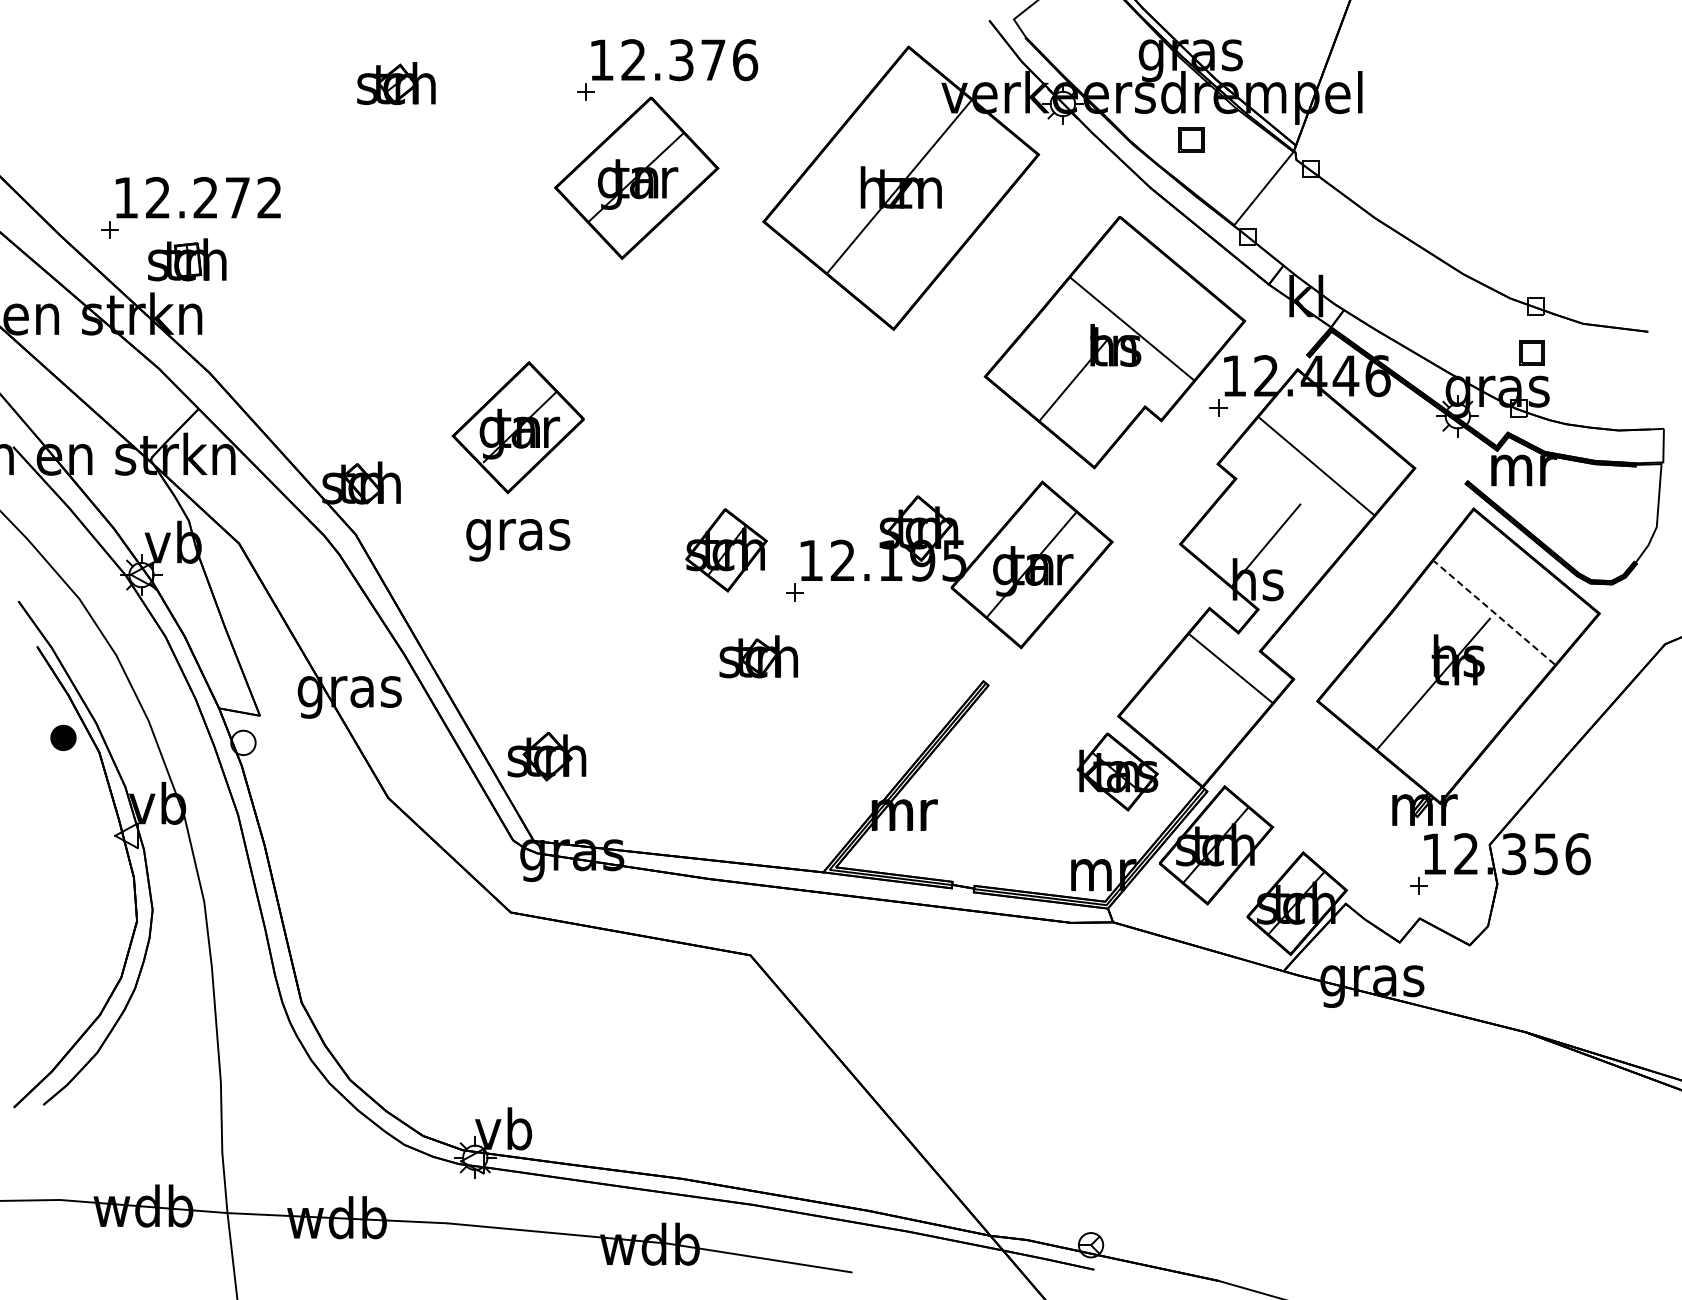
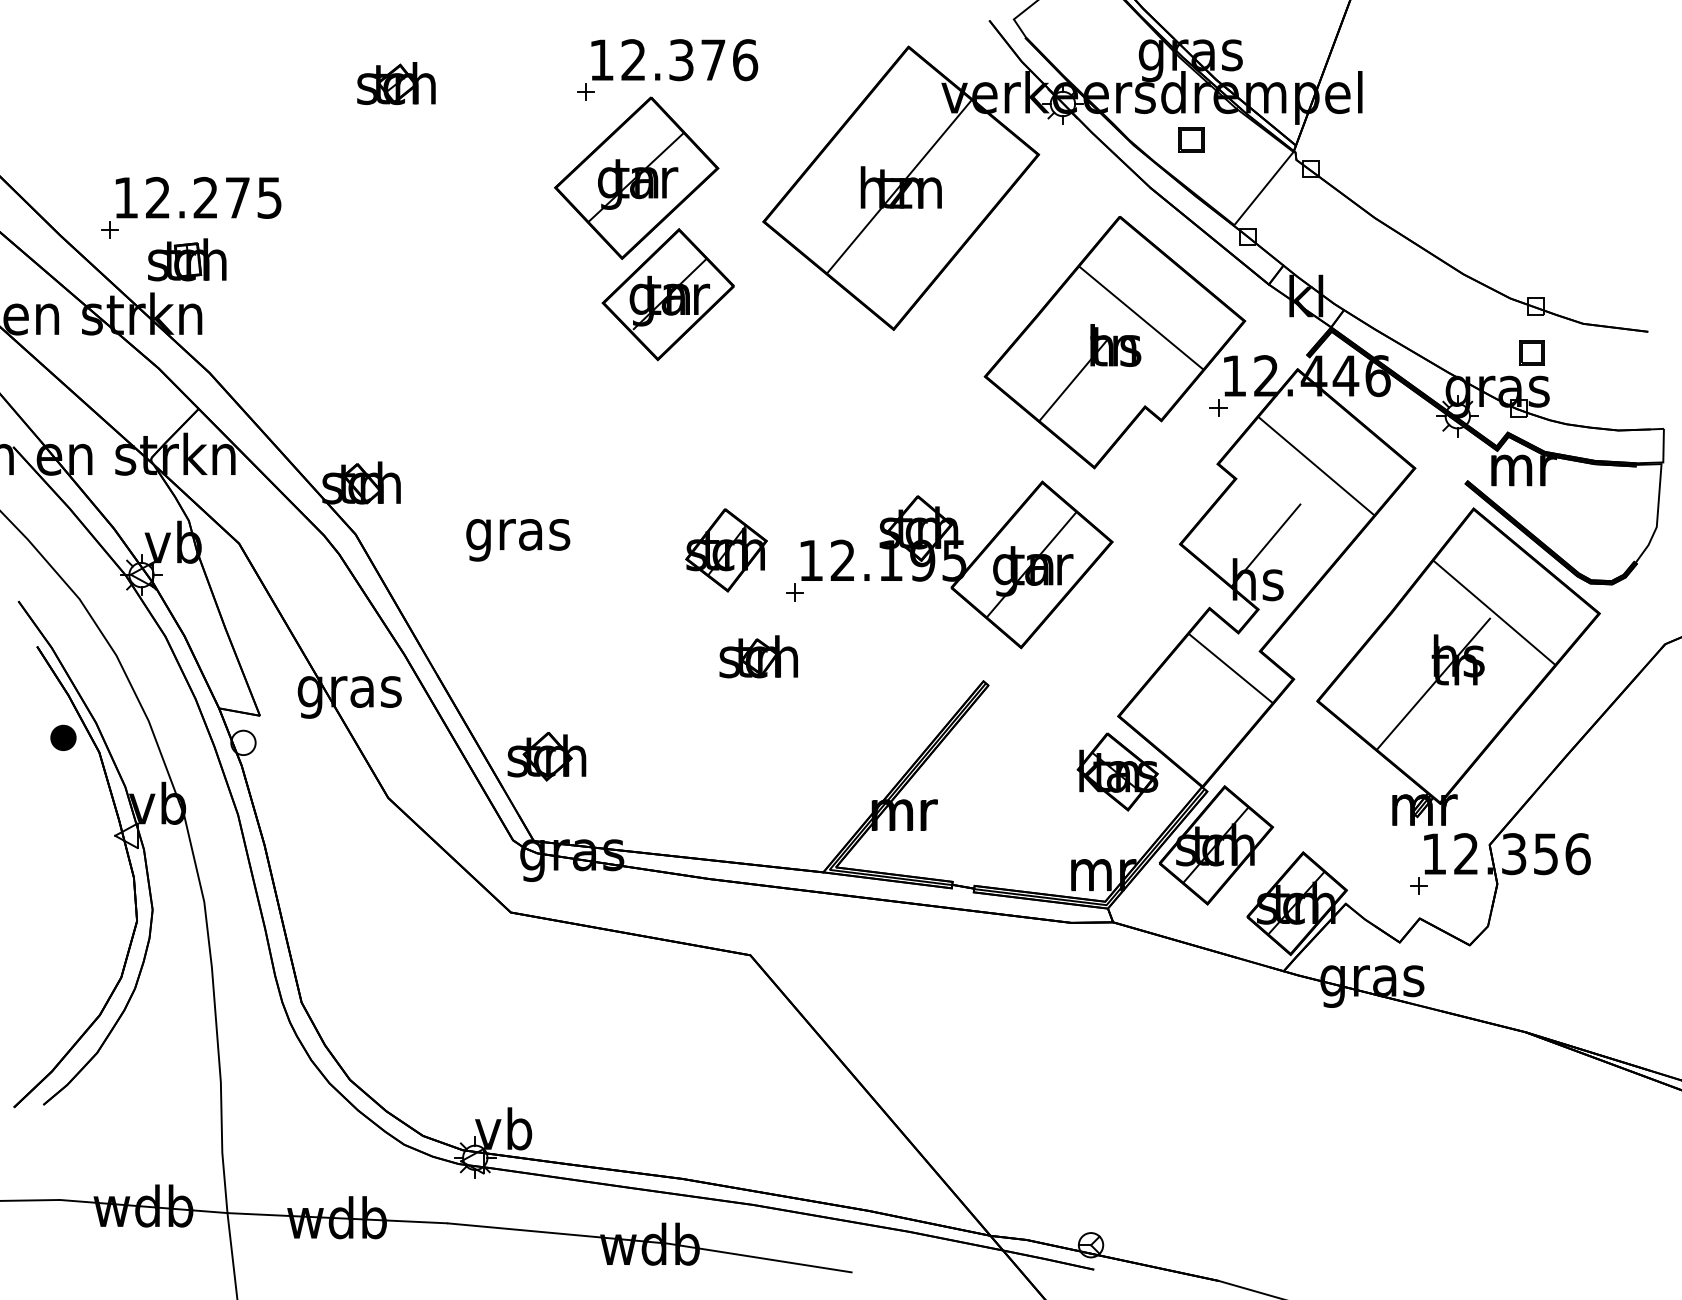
text at (269, 197): 12.272 -> 12.275
line at (1131, 329) position: (1131, 329) -> (1140, 318)
part at (517, 427) position: (517, 427) -> (667, 294)
line at (1493, 612): dashed -> solid
